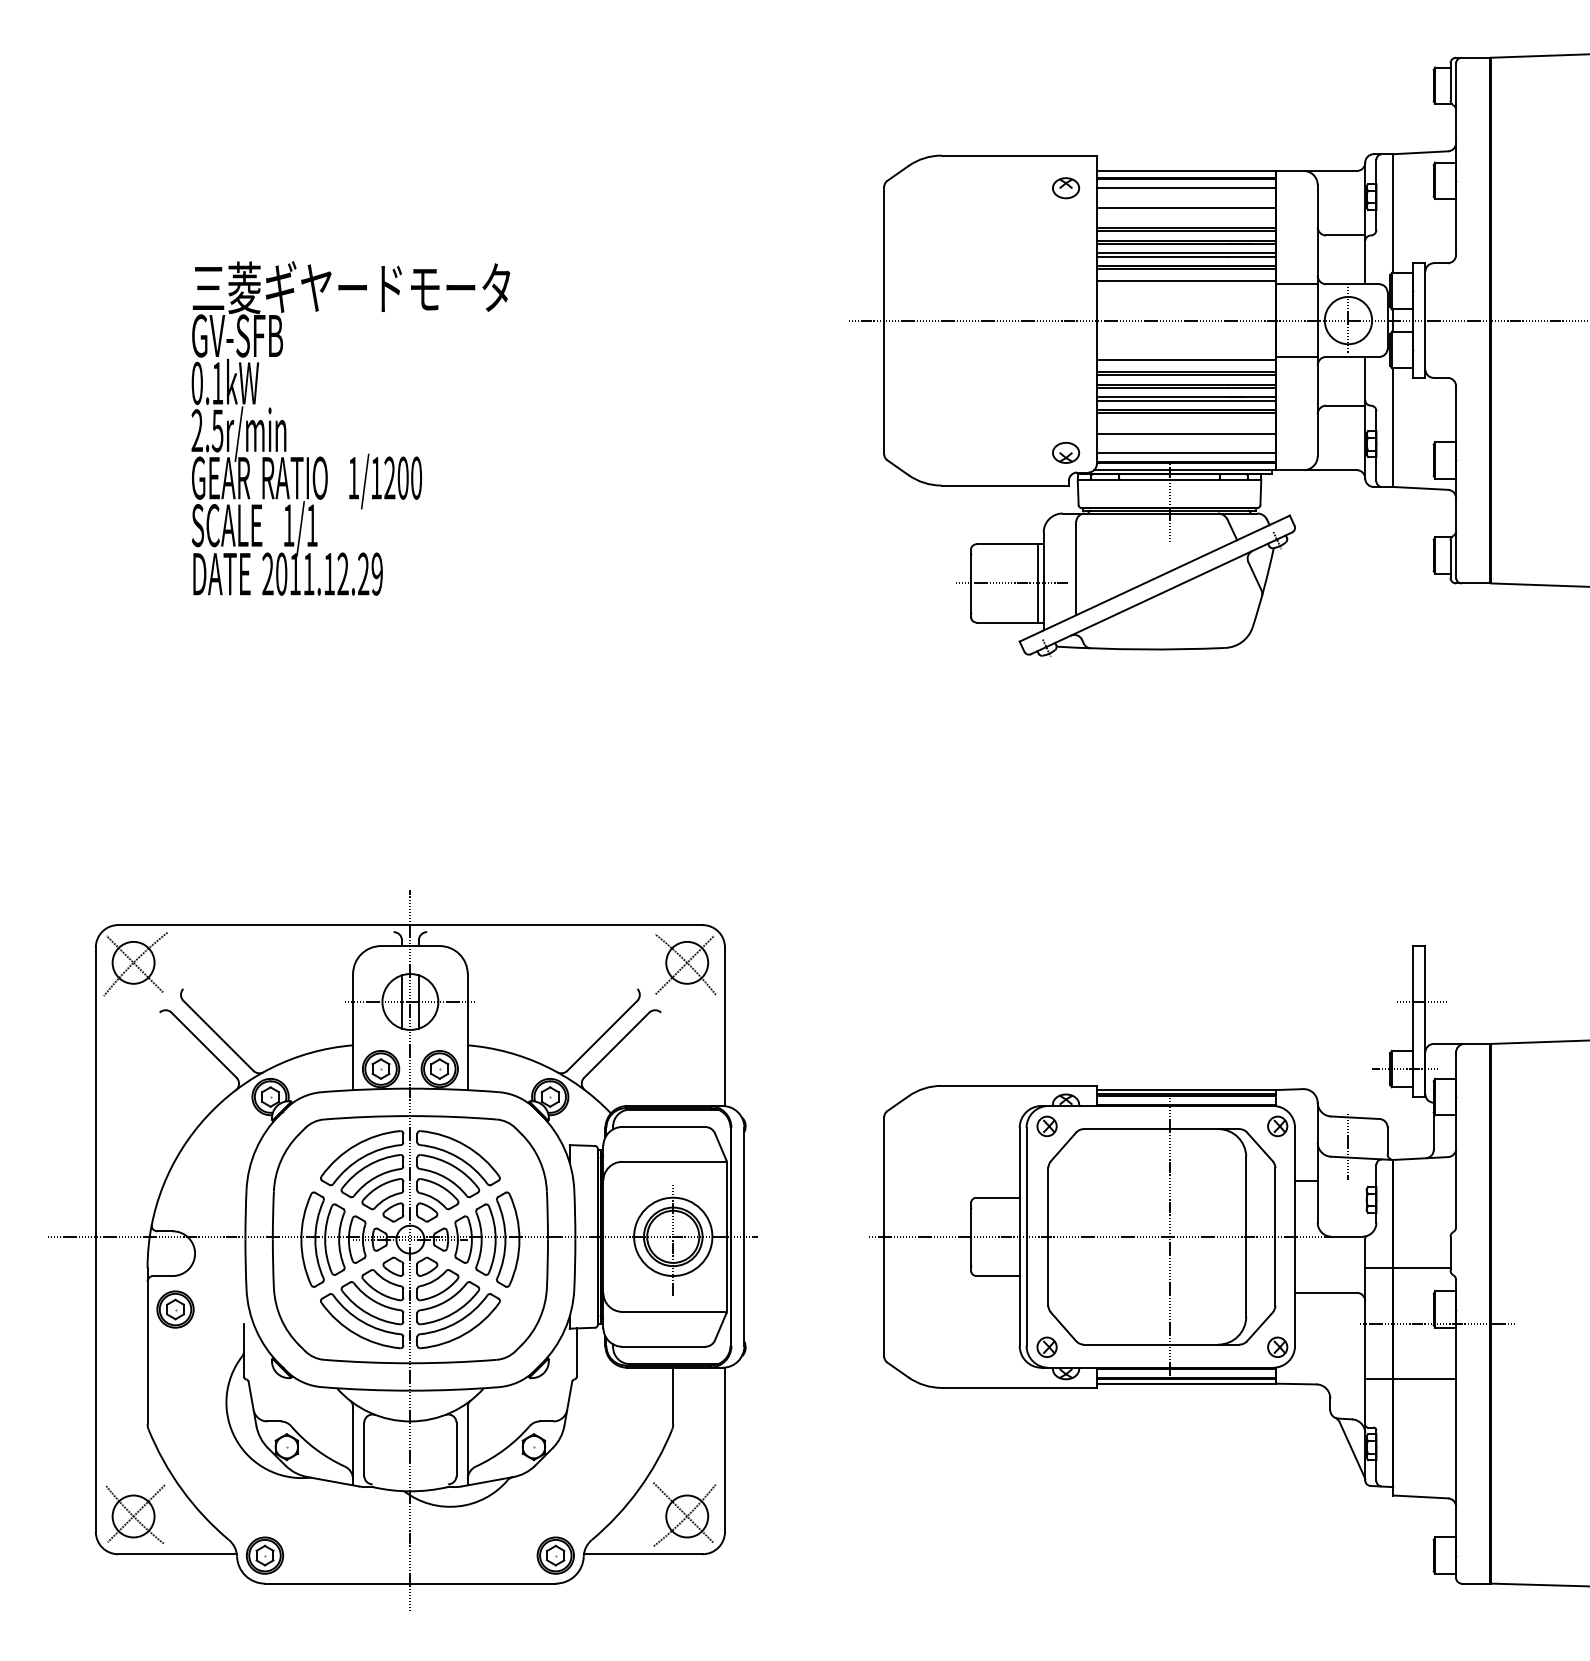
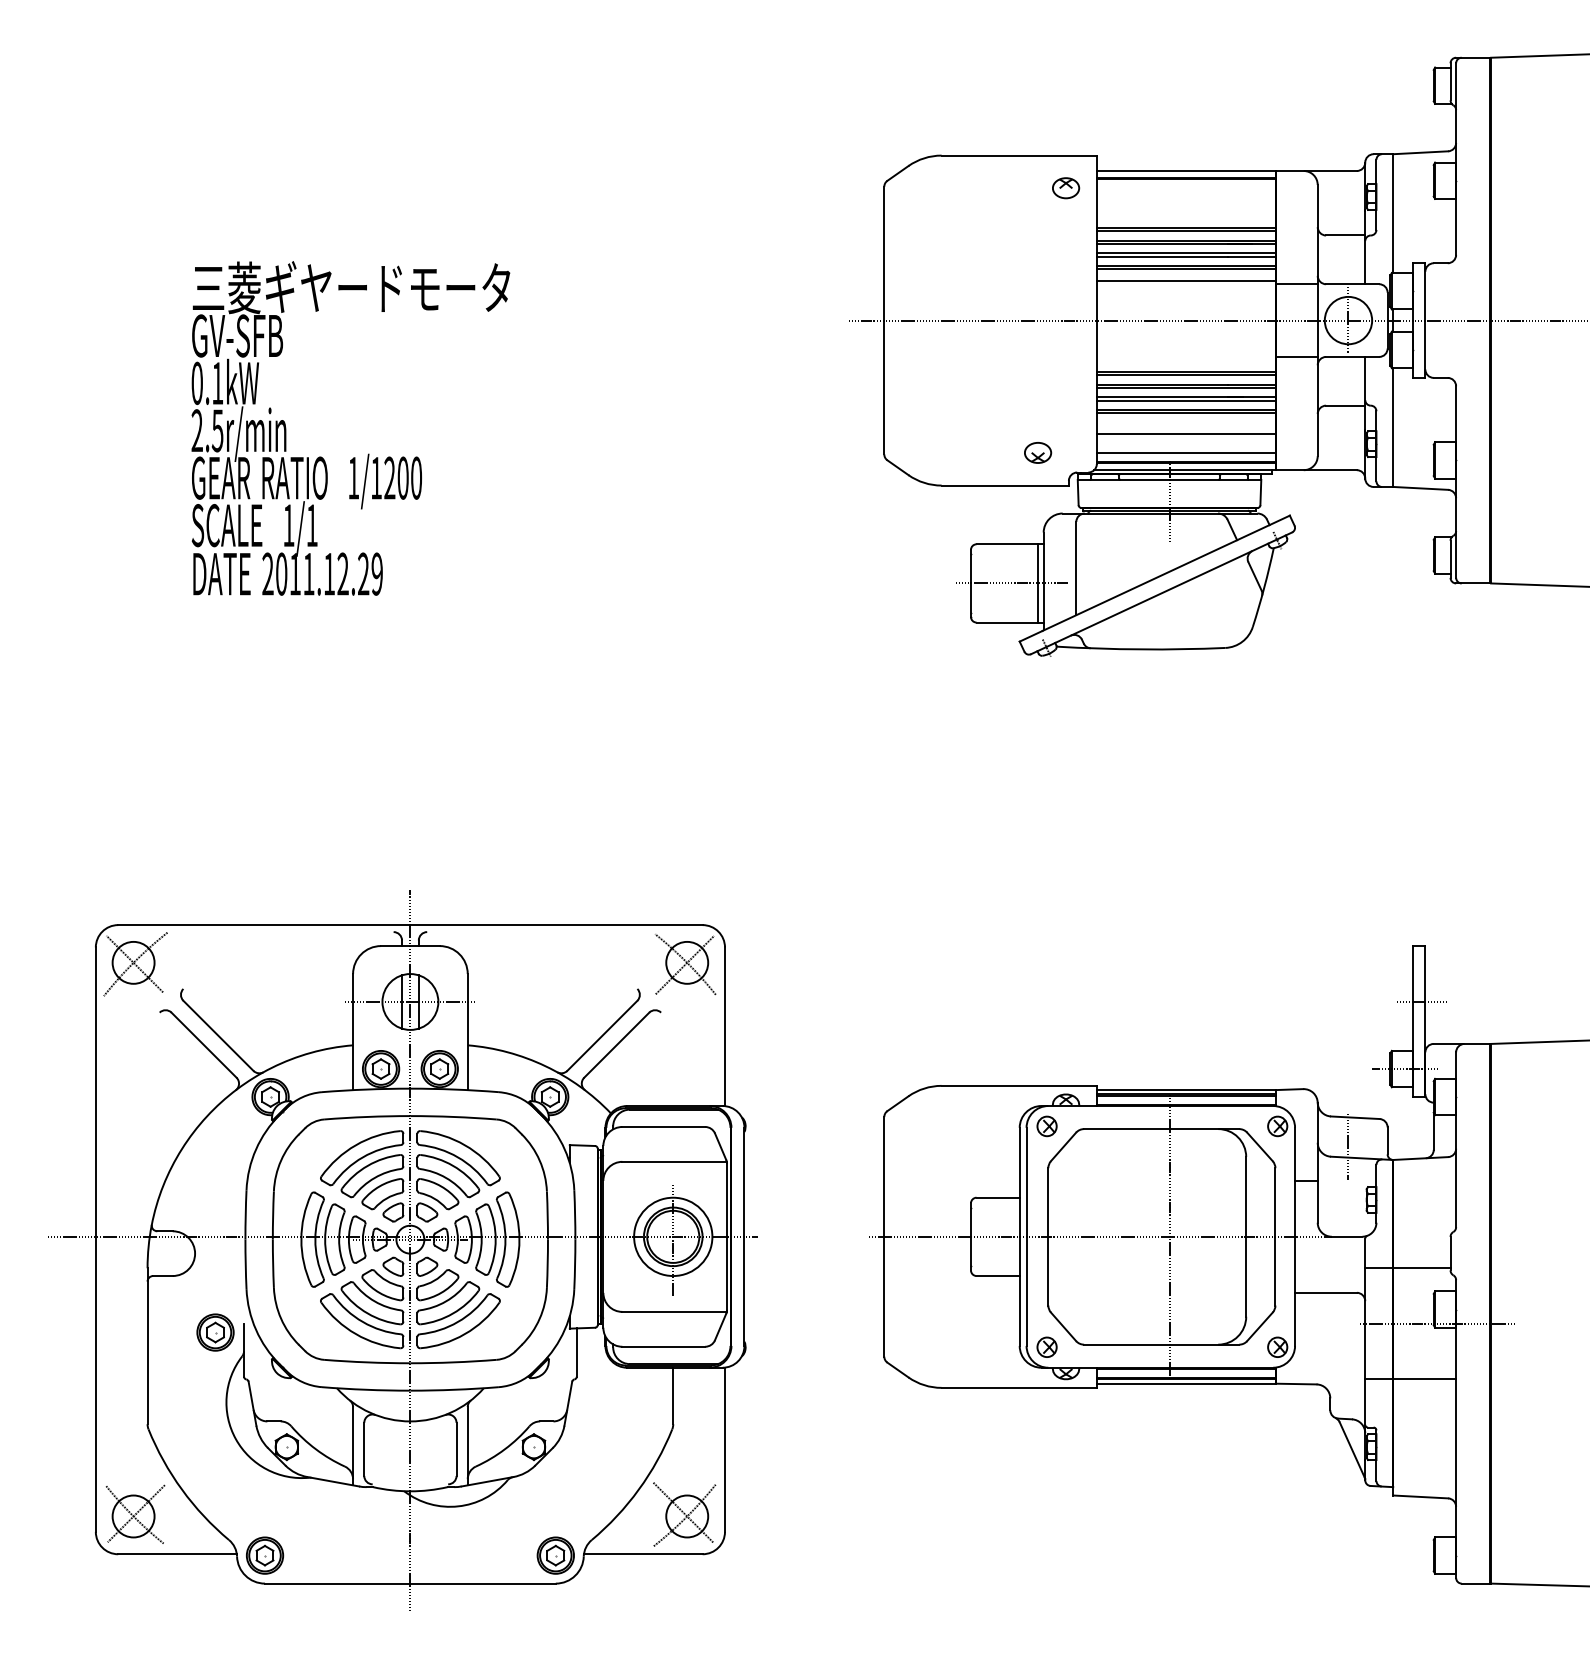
line at (1185, 188): present -> none
line at (1185, 207): present -> none
line at (1185, 359): present -> none
part at (1066, 452) position: (1066, 452) -> (1038, 452)
part at (175, 1309) position: (175, 1309) -> (215, 1332)
